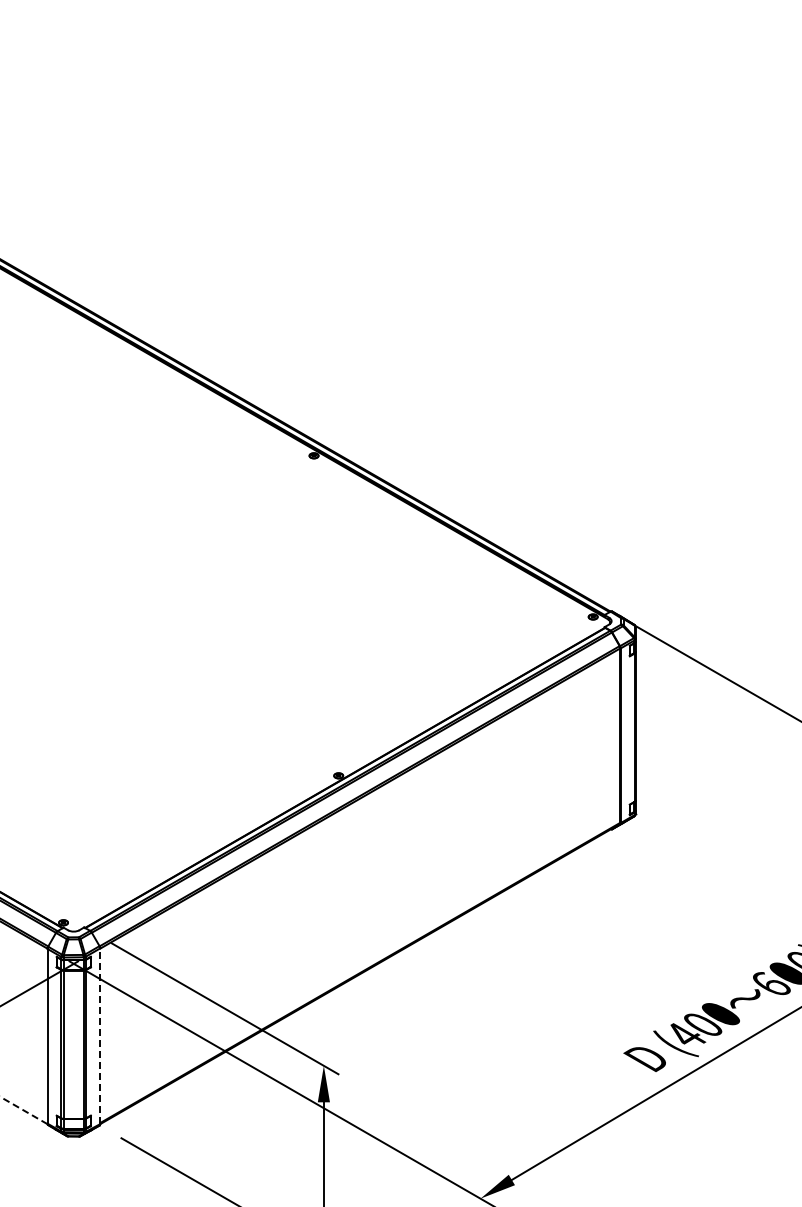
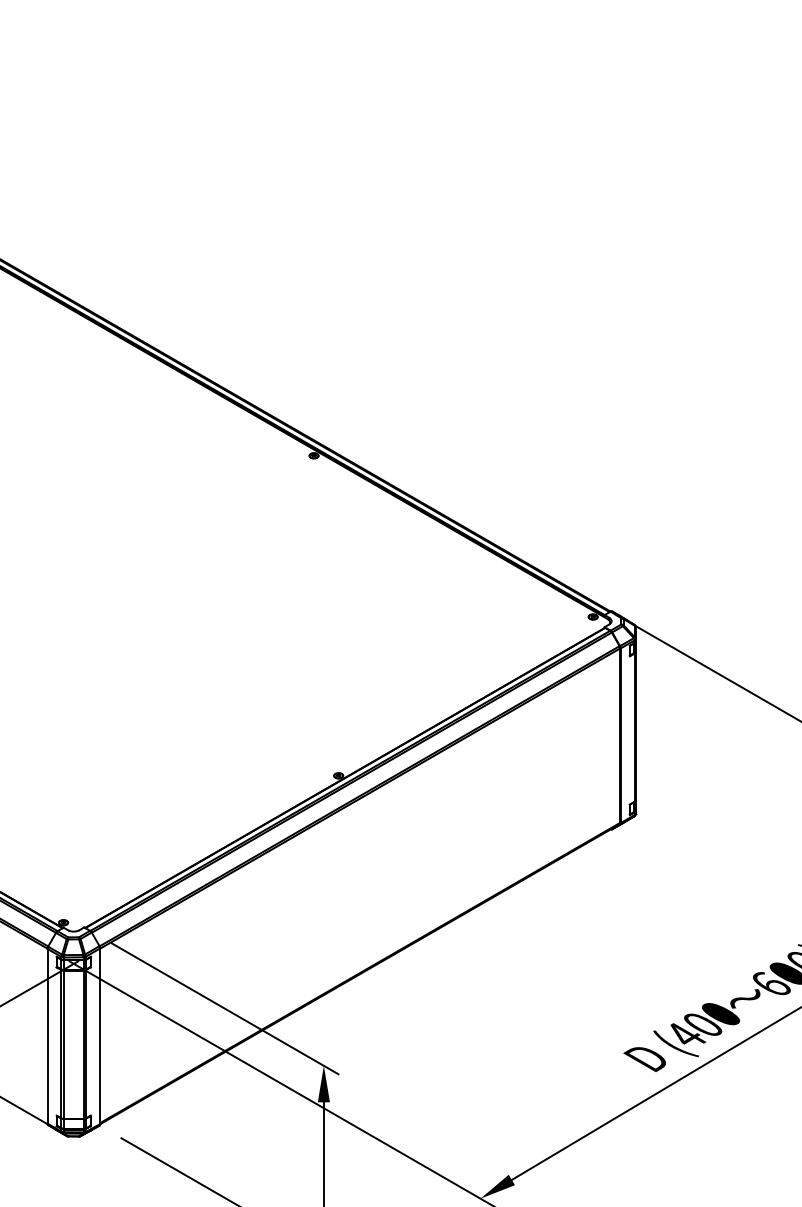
line at (100, 1036): dashed -> solid
line at (24, 1110): dashed -> solid
